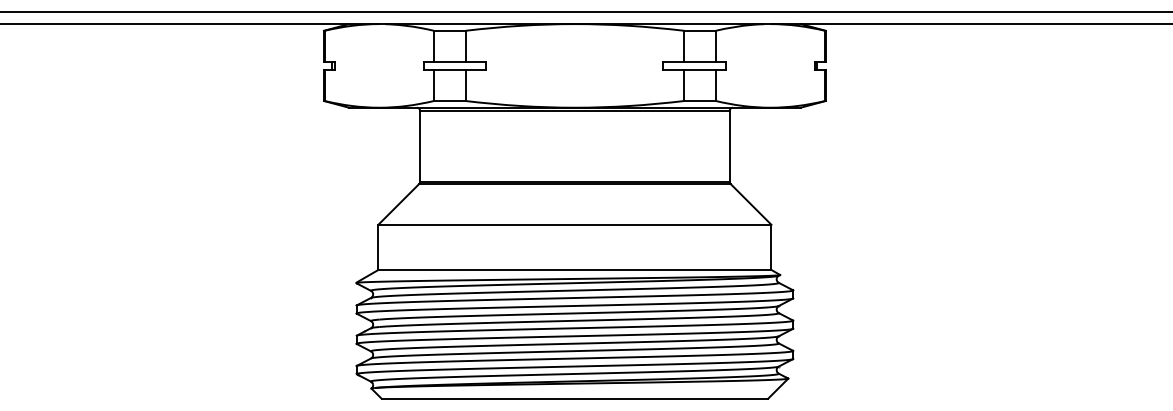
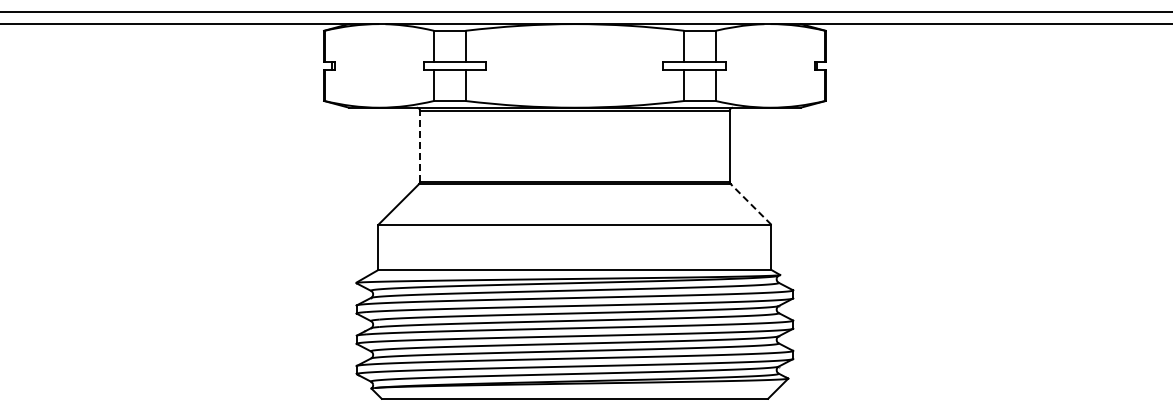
line at (420, 145): solid -> dashed
line at (751, 204): solid -> dashed
